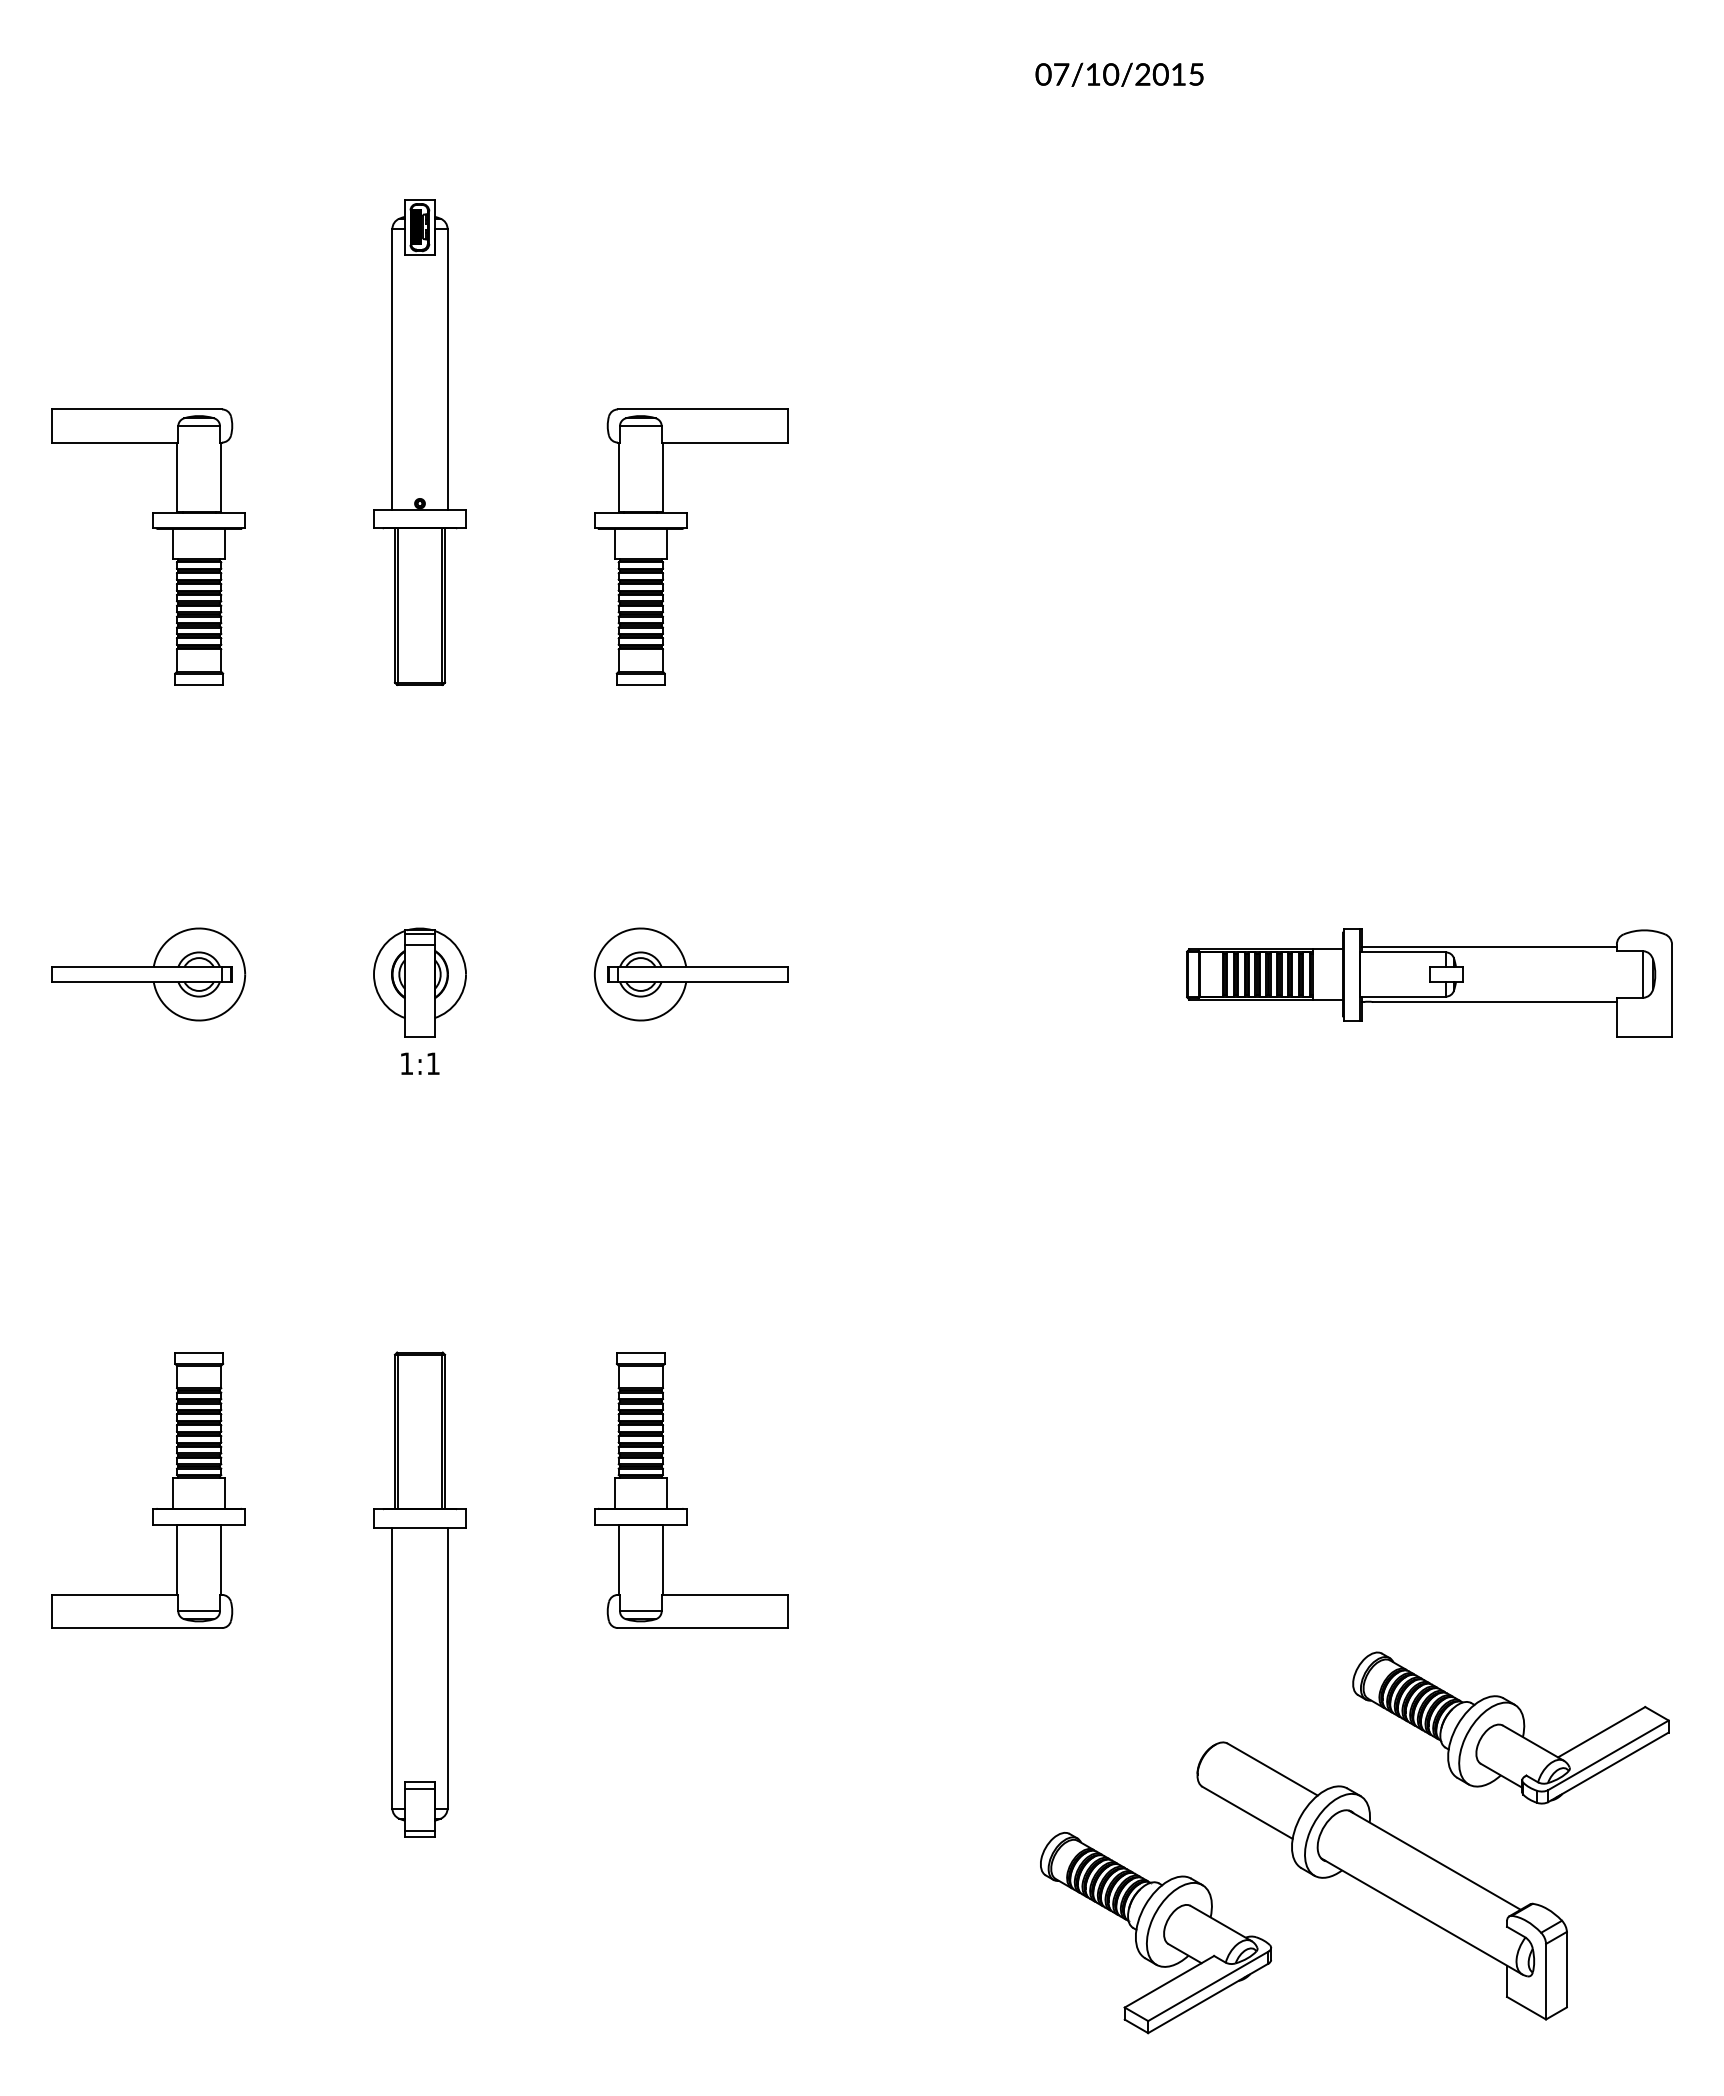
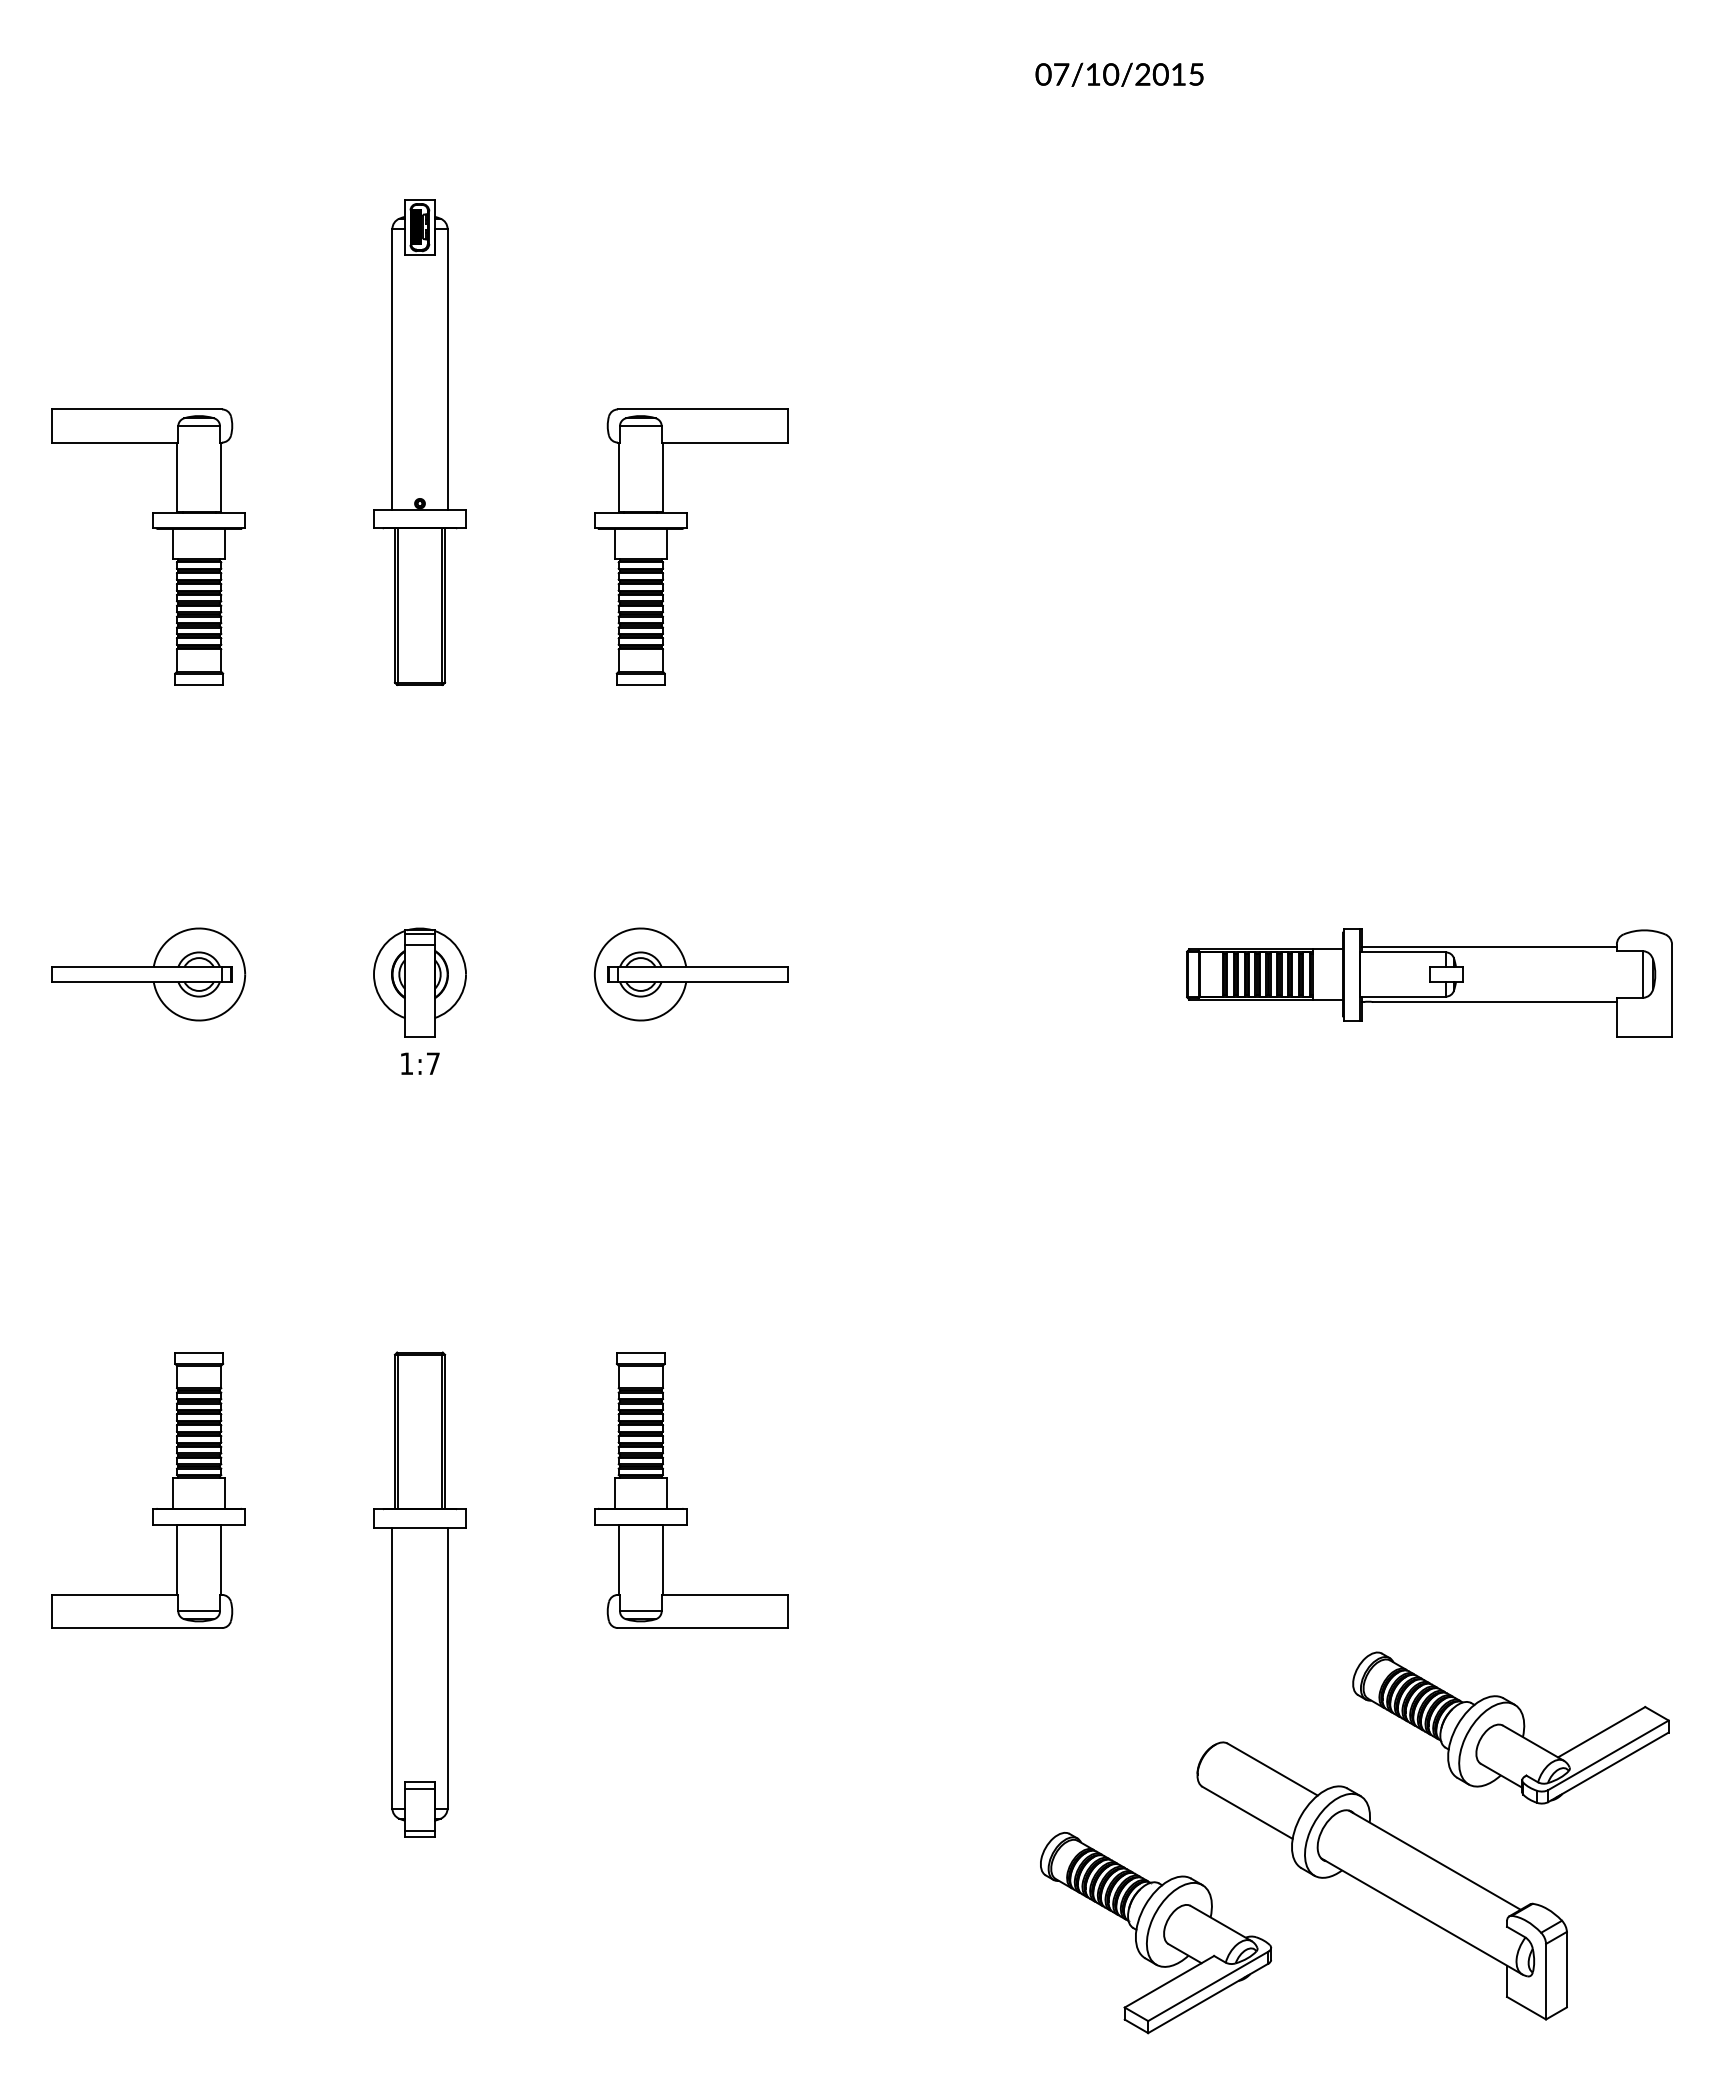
text at (433, 1063): 1:1 -> 1:7
